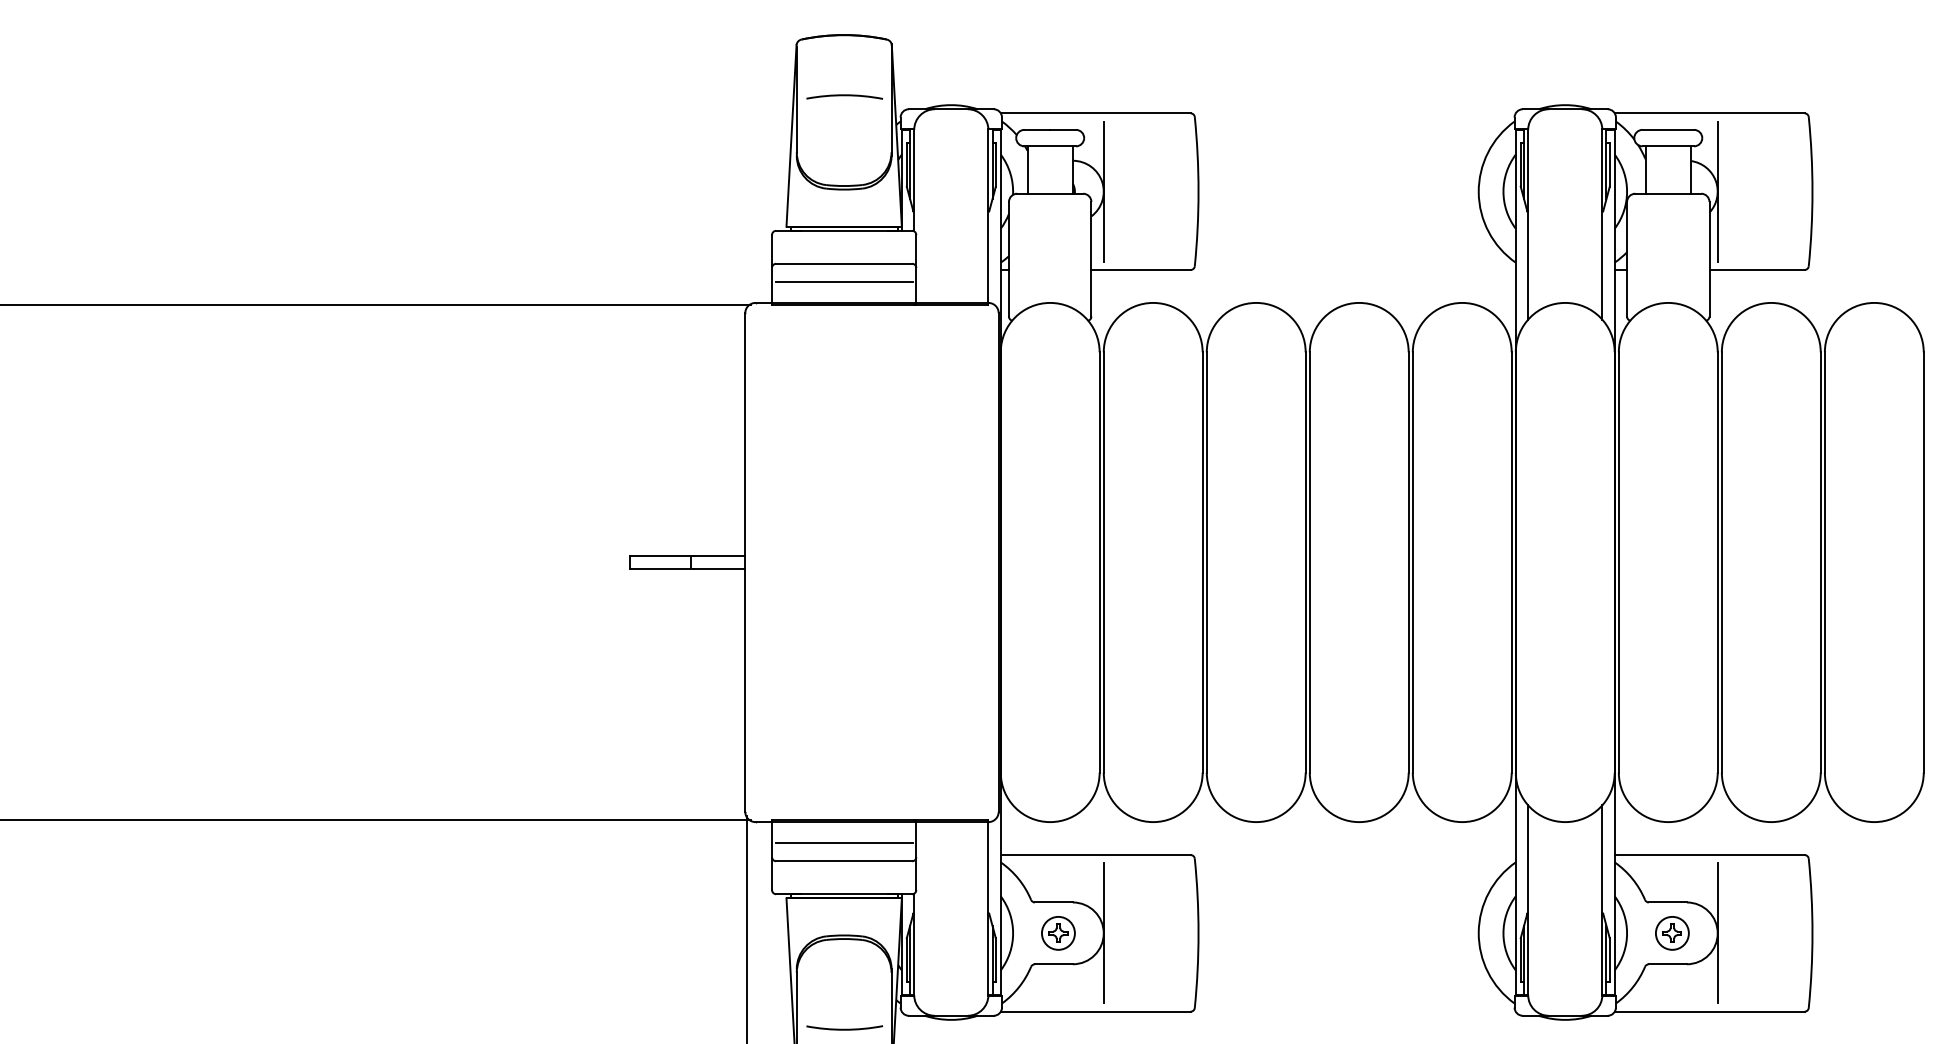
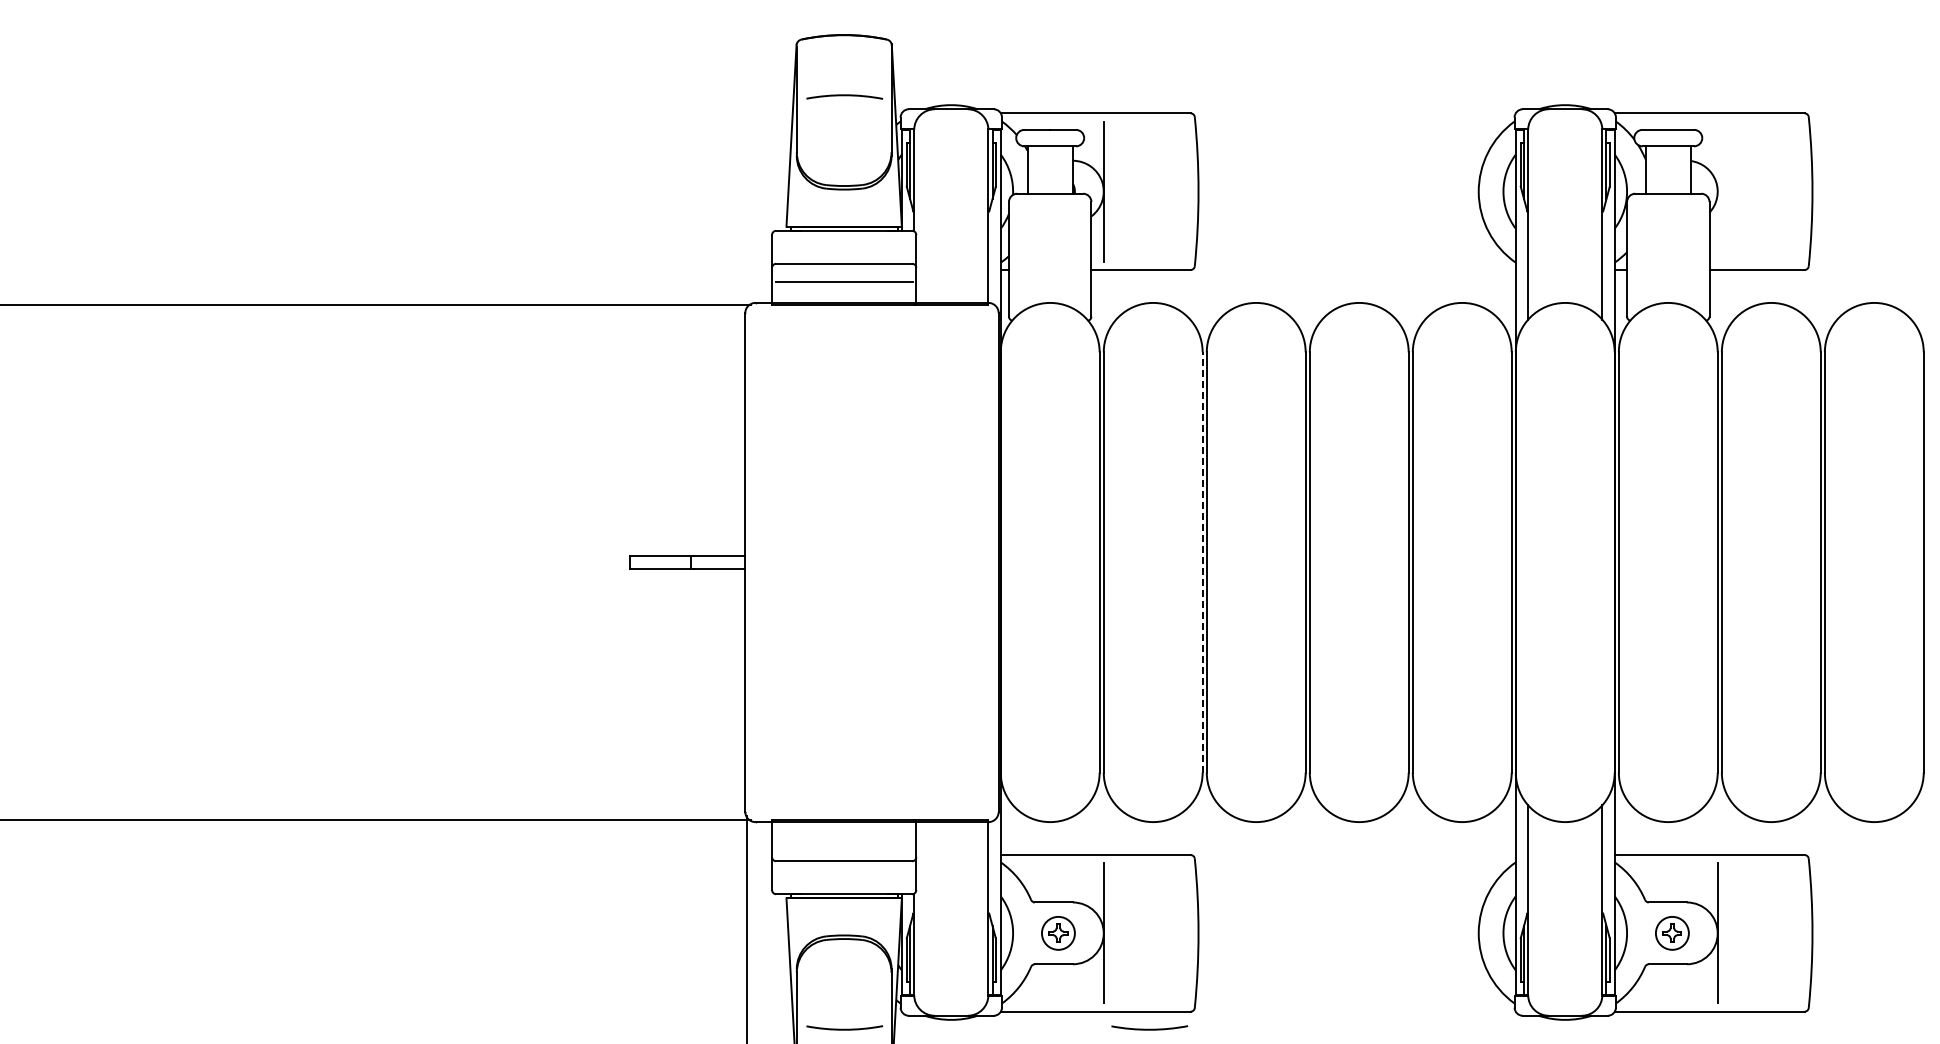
line at (1717, 191): present -> none
line at (1202, 562): solid -> dashed
line at (843, 842): present -> none
arc at (1149, 1028): none -> present
